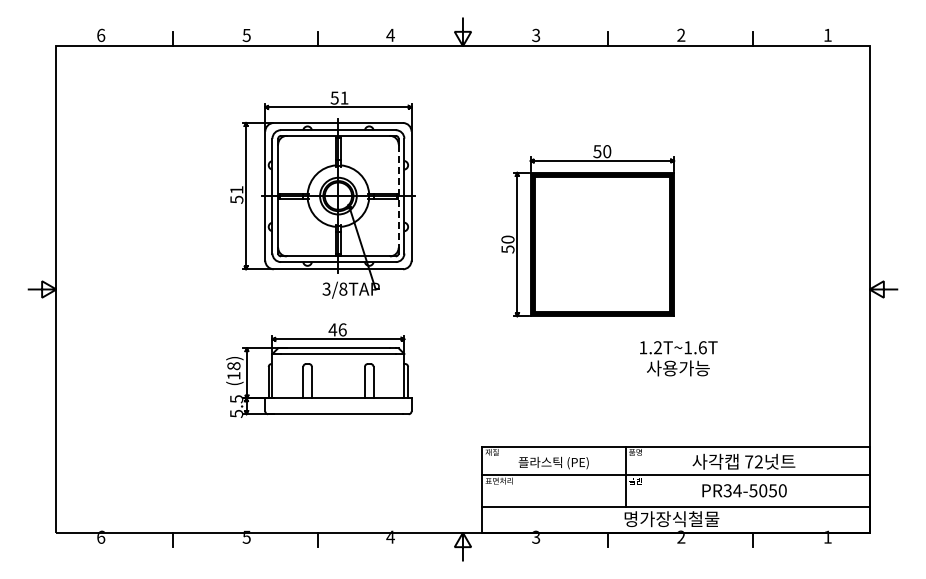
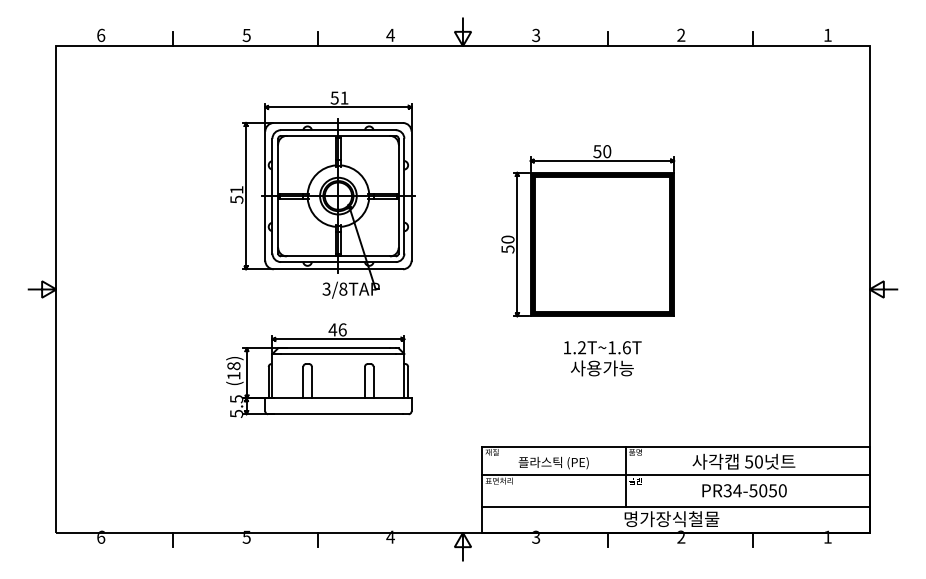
line at (398, 196): dashed -> solid
text at (678, 358) position: (678, 358) -> (602, 358)
text at (753, 461): 72 -> 50
